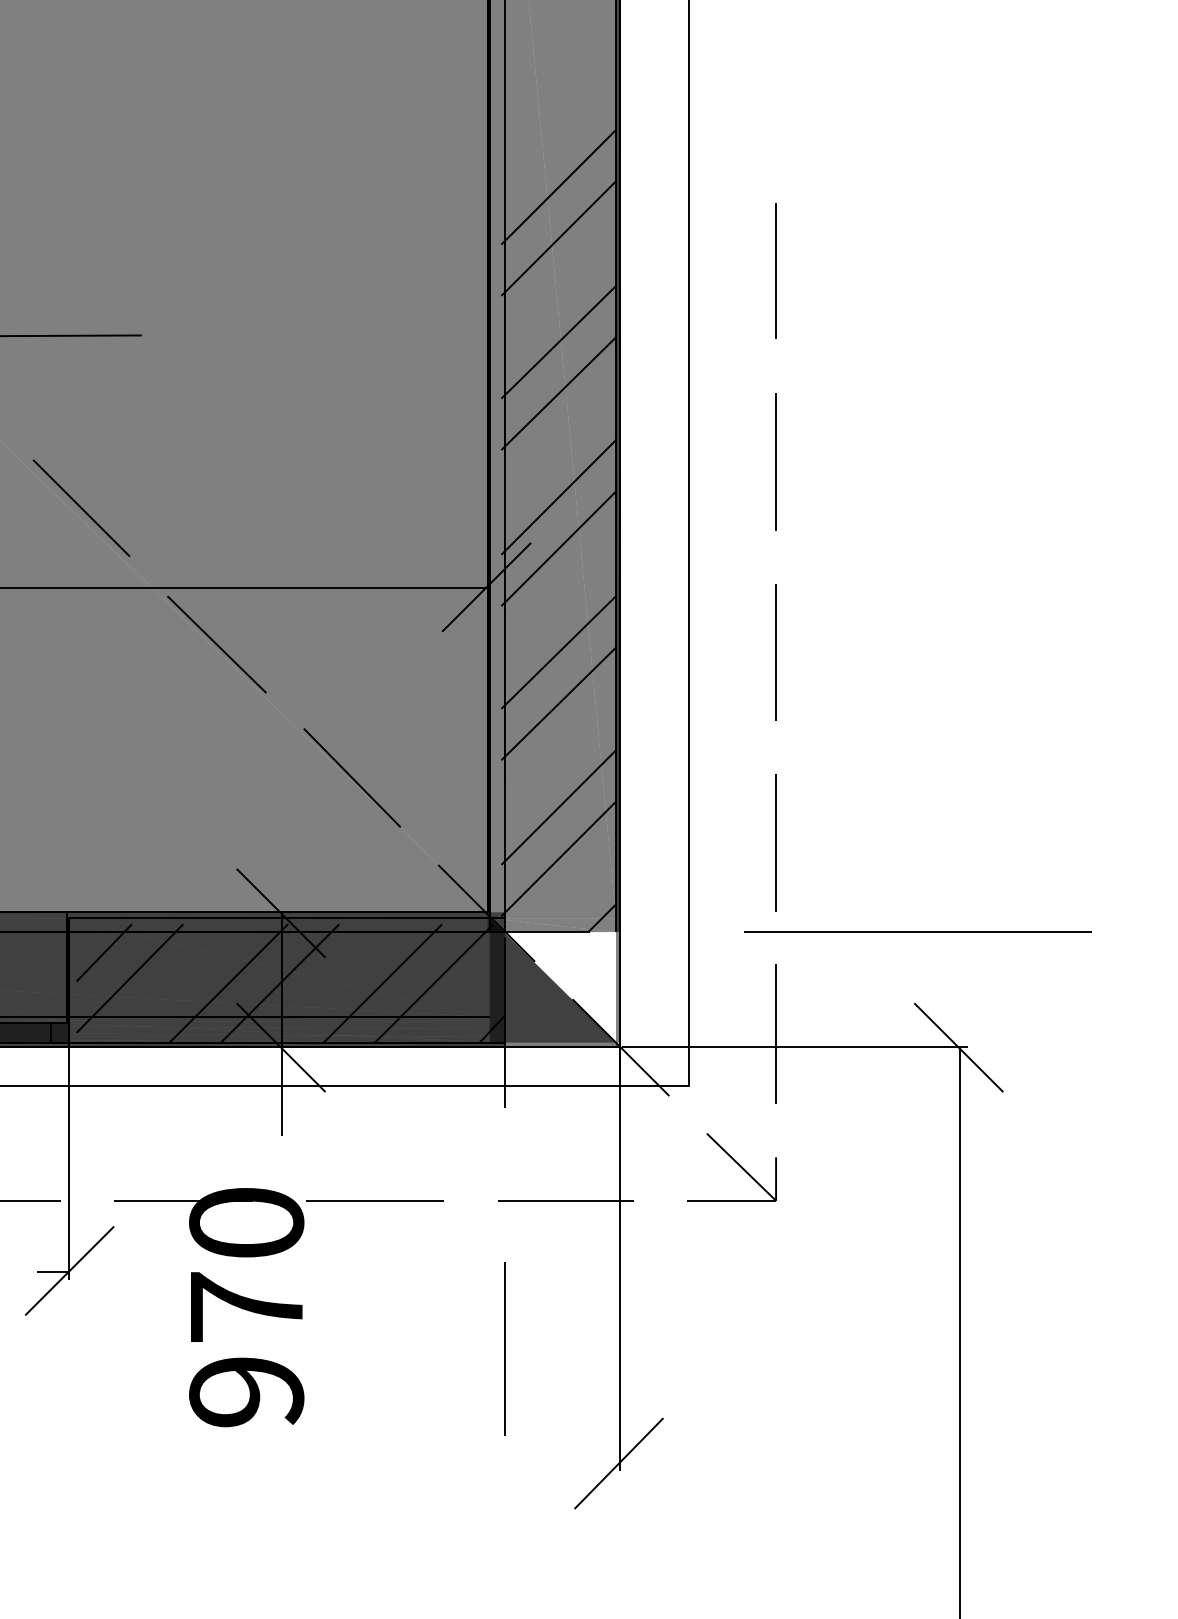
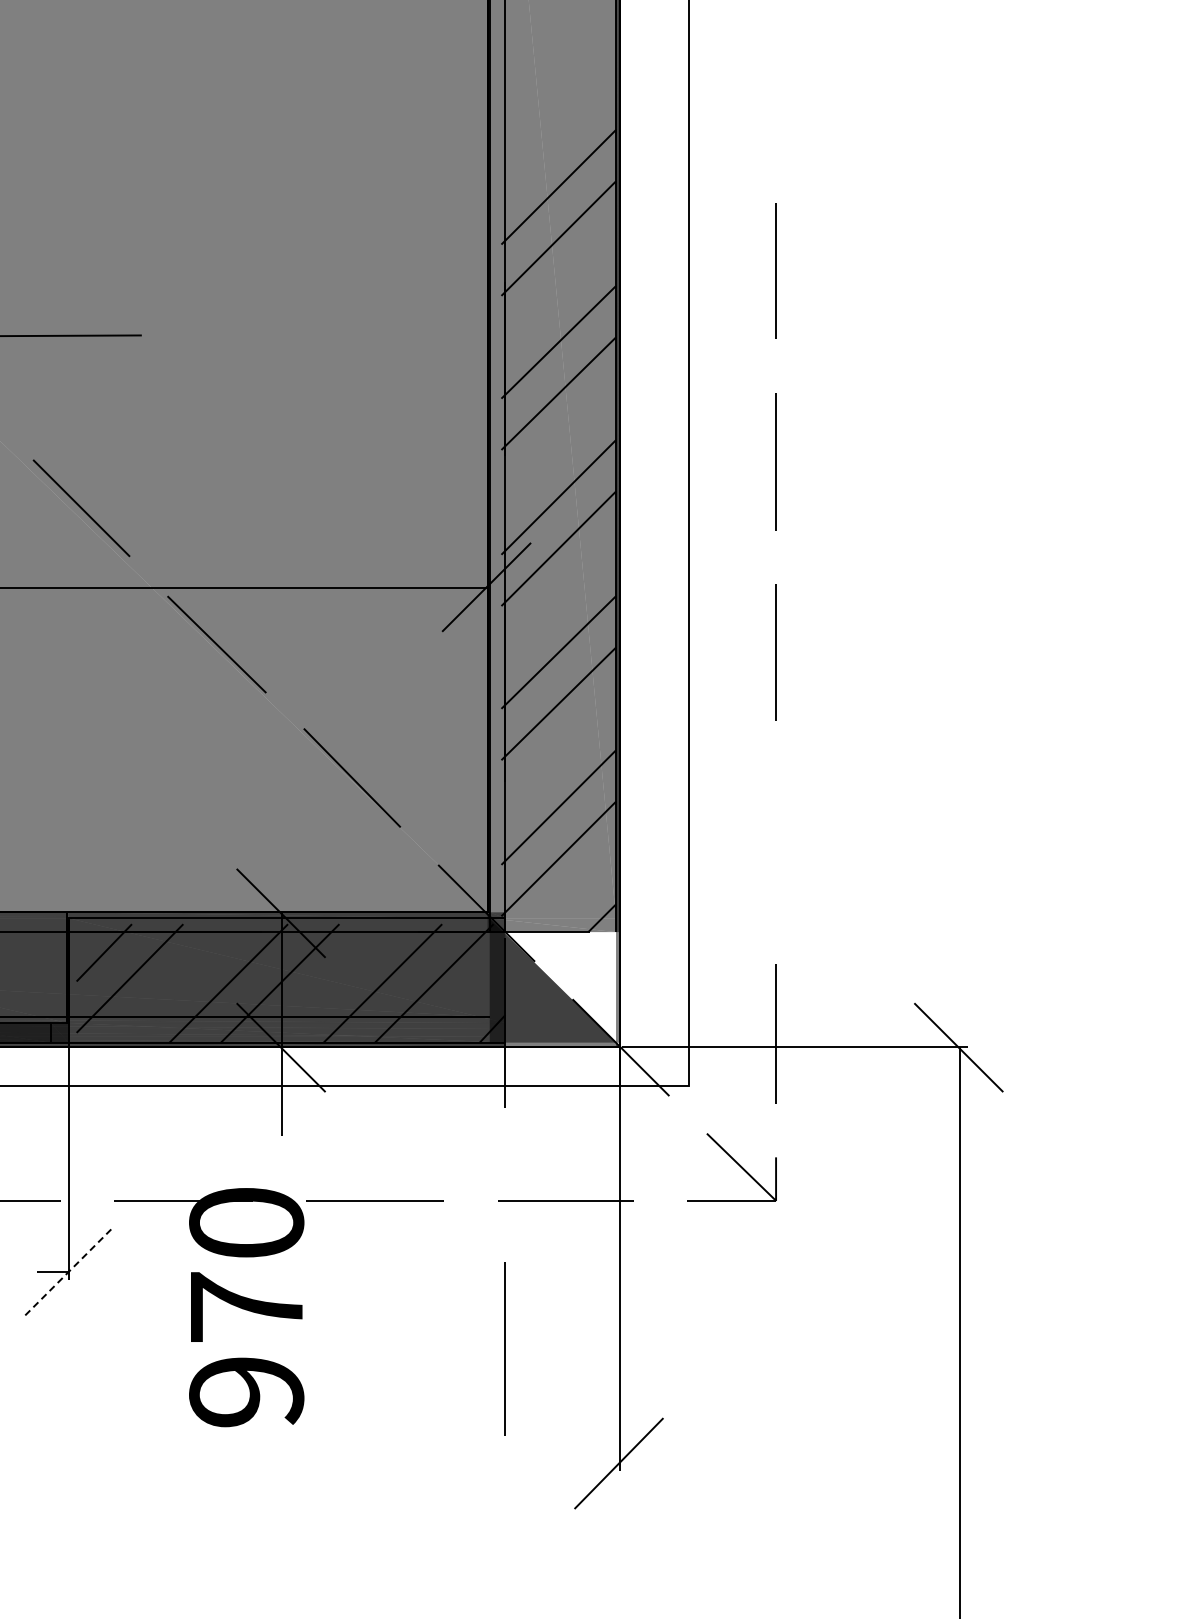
line at (775, 842): present -> none
line at (917, 931): present -> none
line at (69, 1270): solid -> dashed
